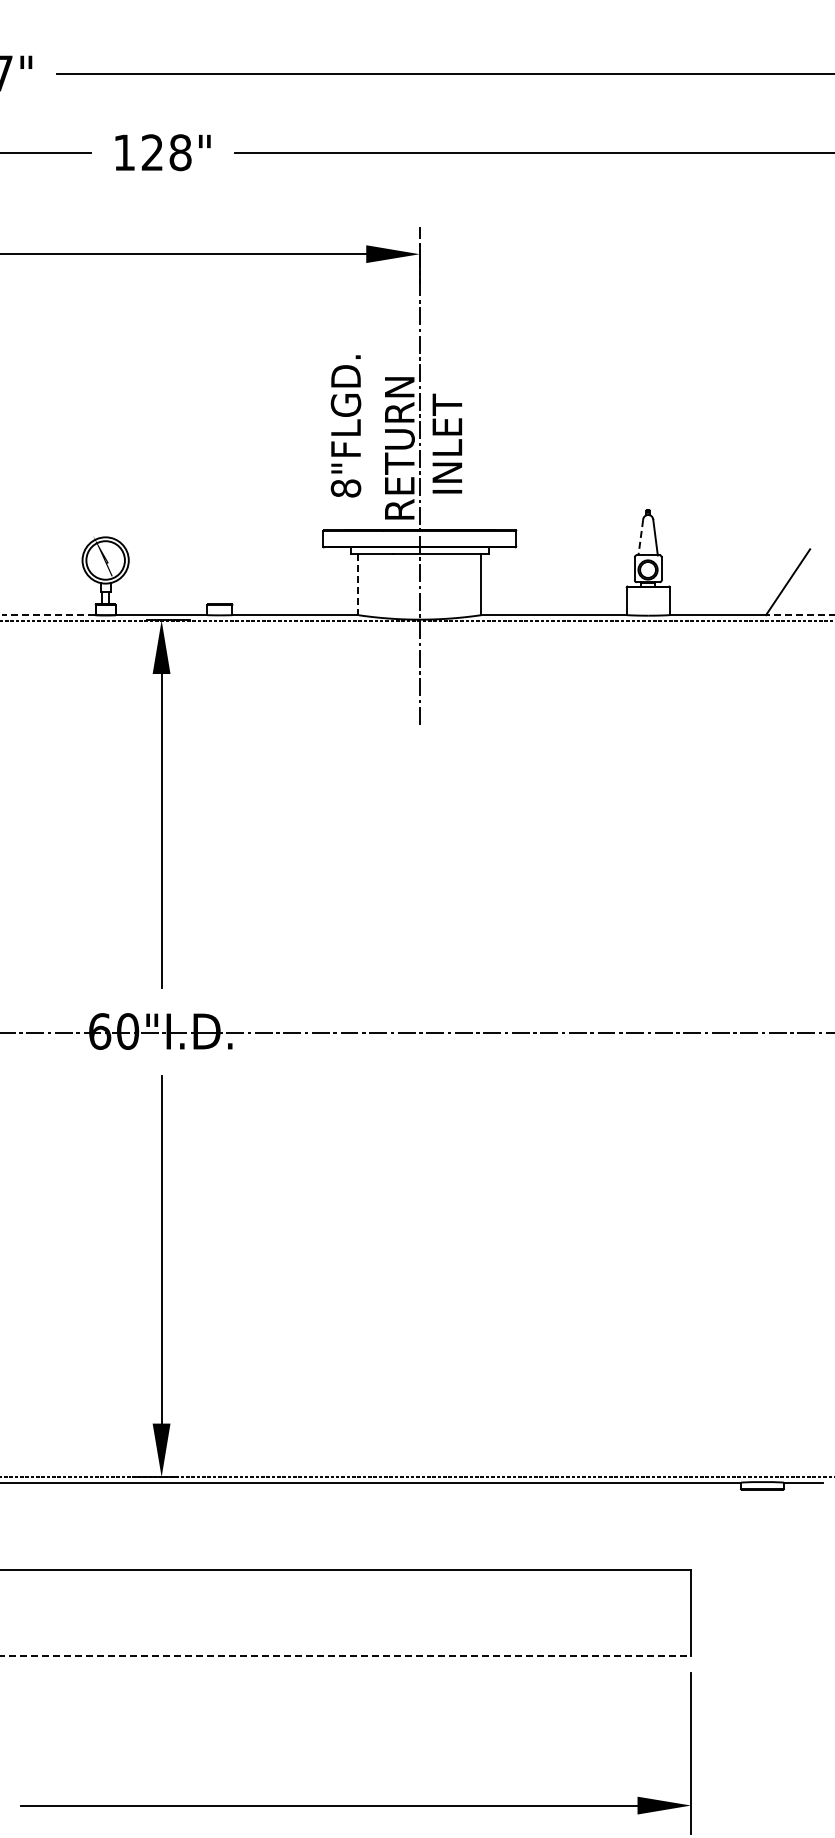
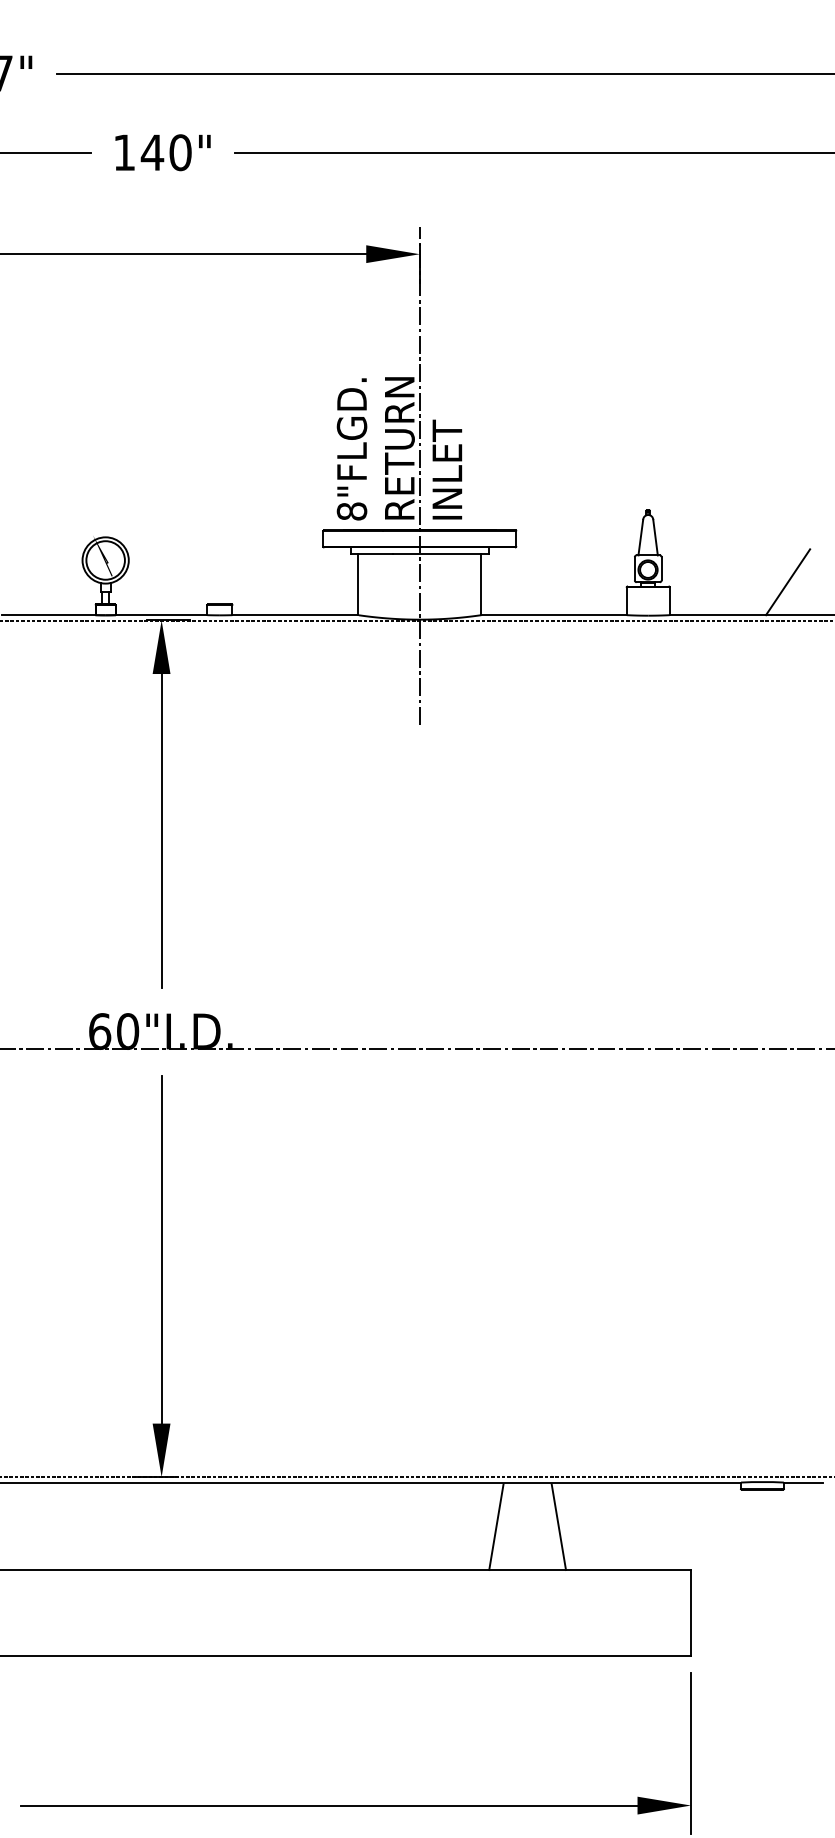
text at (165, 152): 128" -> 140"
text at (345, 426) position: (345, 426) -> (351, 449)
text at (447, 443) position: (447, 443) -> (447, 469)
line at (640, 537): dashed -> solid
line at (358, 585): dashed -> solid
line at (48, 615): dashed -> solid
line at (799, 615): dashed -> solid
line at (416, 1032) position: (416, 1032) -> (416, 1048)
line at (496, 1527): none -> present
line at (558, 1527): none -> present
line at (346, 1655): dashed -> solid
